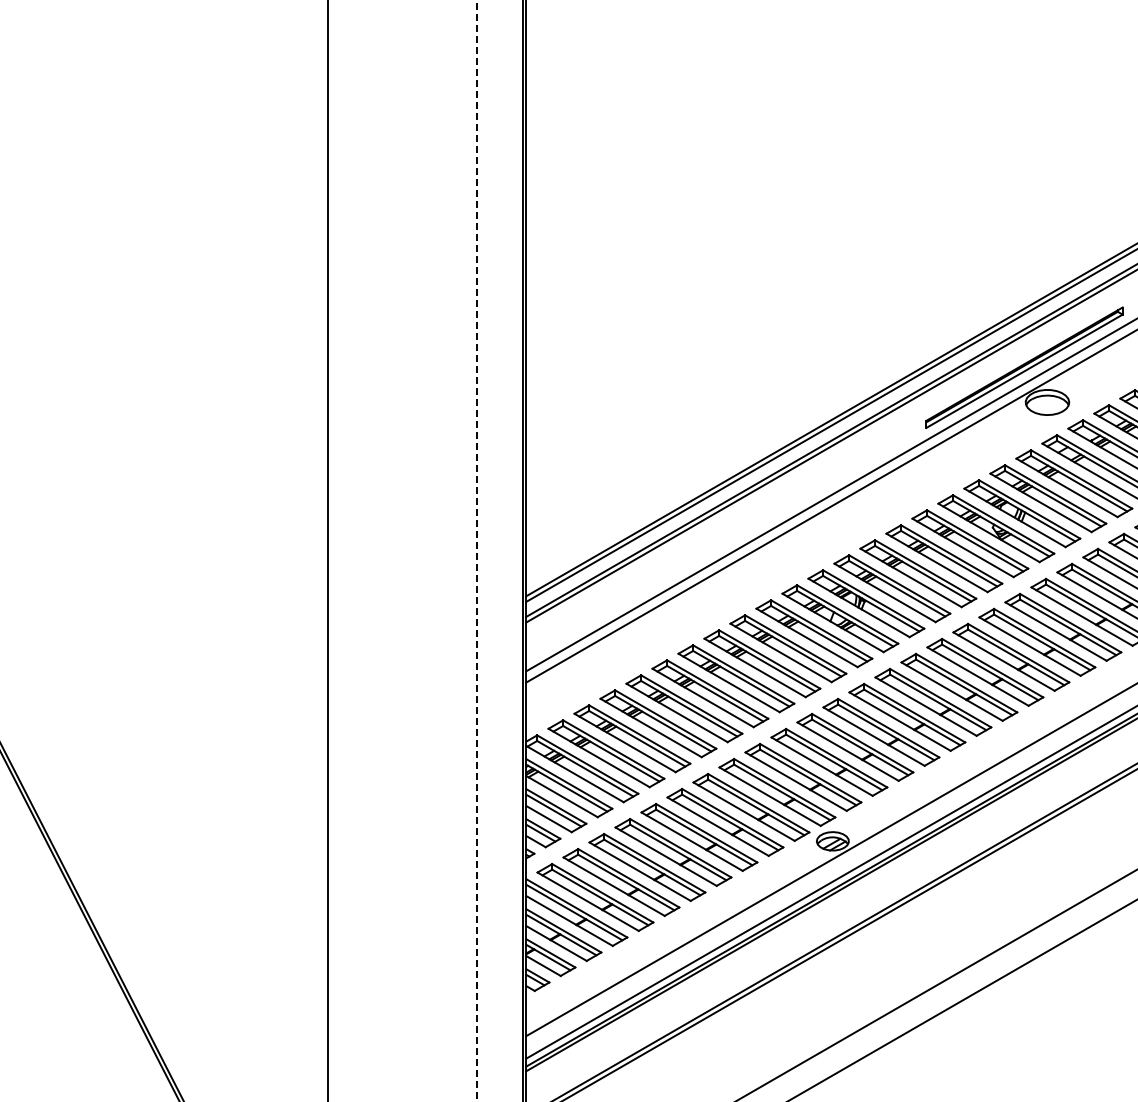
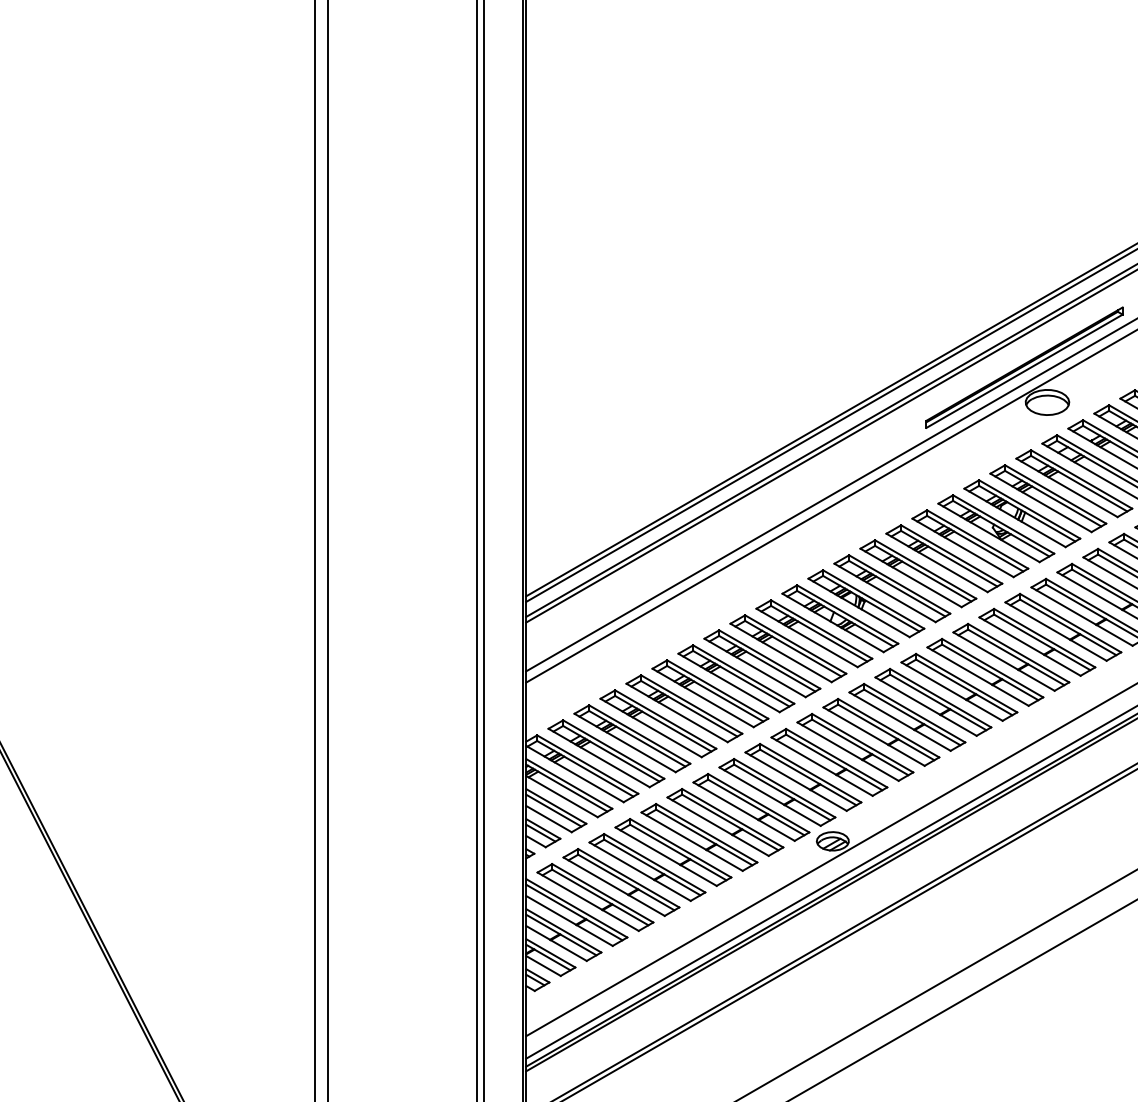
line at (314, 550): none -> present
line at (477, 550): dashed -> solid
line at (483, 550): none -> present
